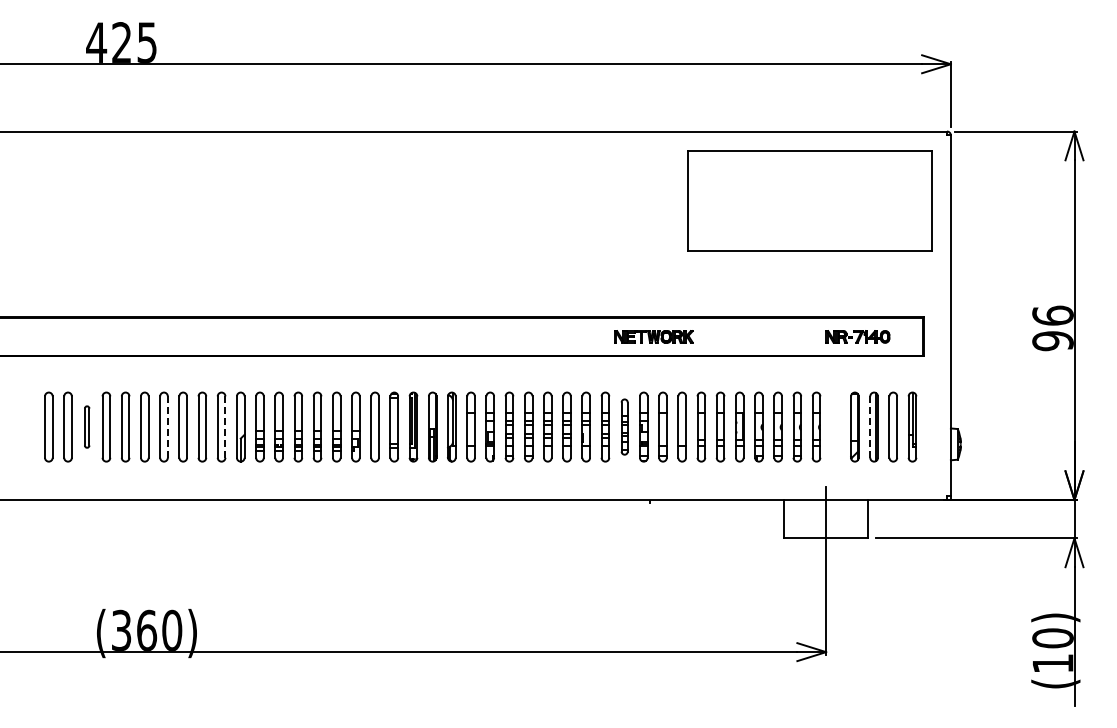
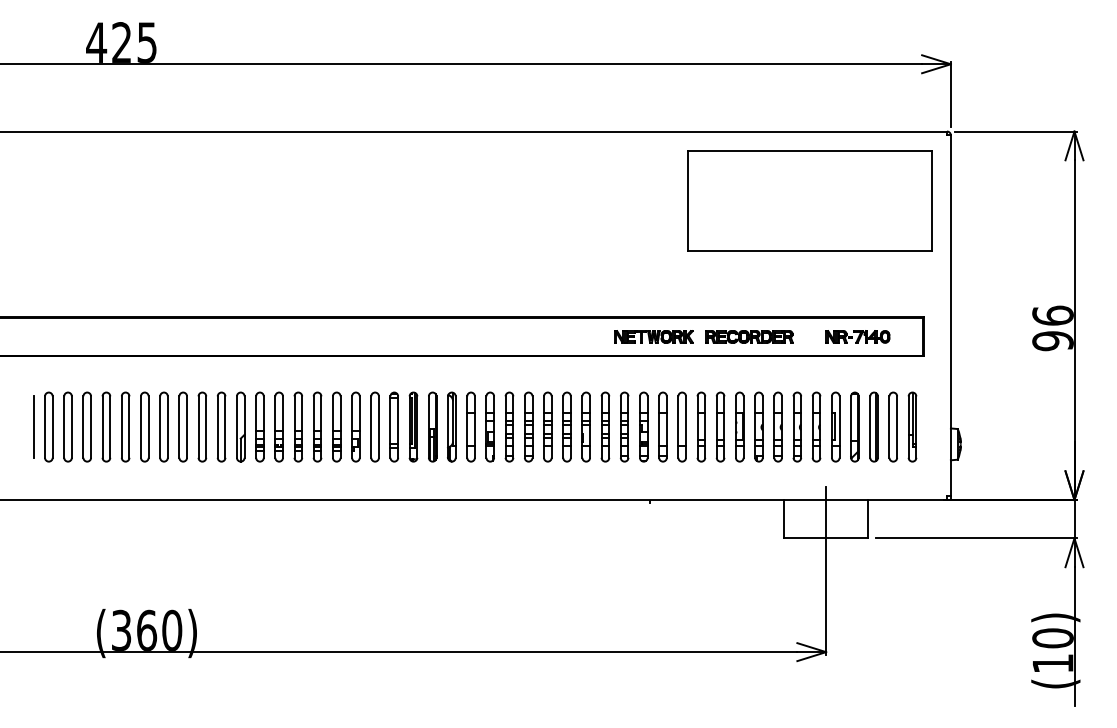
part at (749, 336): none -> present
line at (33, 426): none -> present
part at (87, 426) size: 7x44 px -> 10x72 px
part at (624, 426) size: 9x58 px -> 10x72 px
part at (835, 426): none -> present
line at (167, 427): dashed -> solid
line at (225, 427): dashed -> solid
line at (870, 427): dashed -> solid
